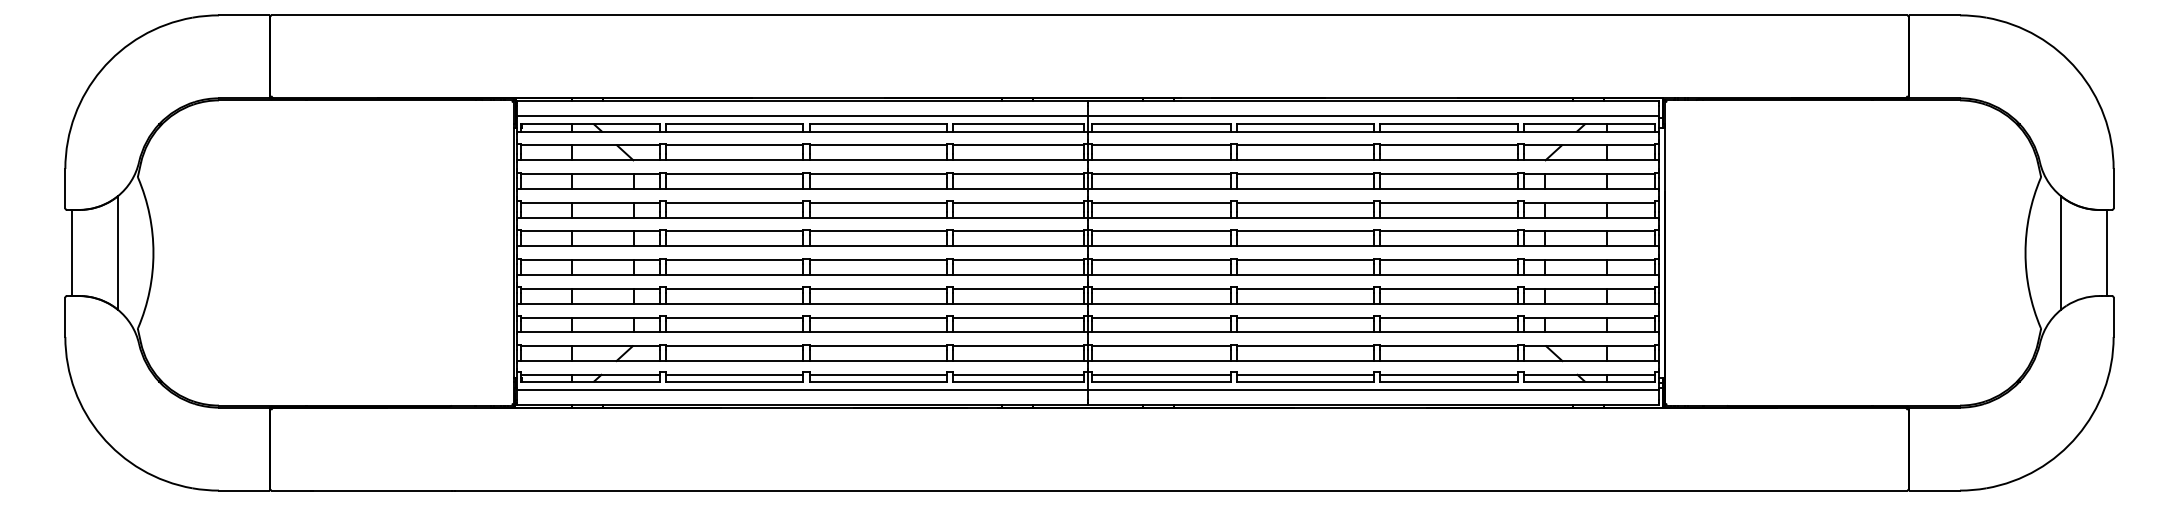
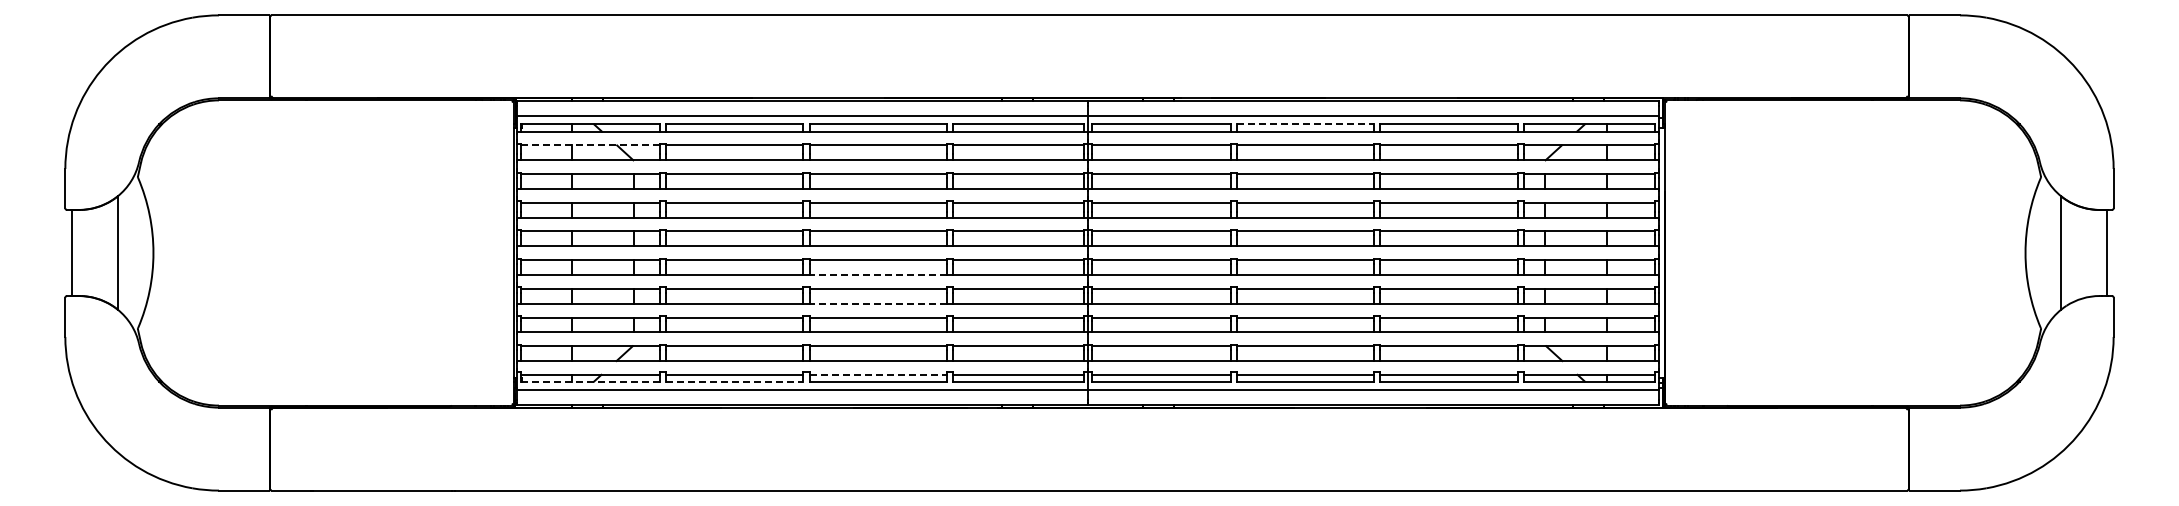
line at (1305, 124): solid -> dashed
line at (591, 145): solid -> dashed
line at (878, 275): solid -> dashed
line at (878, 303): solid -> dashed
line at (878, 374): solid -> dashed
line at (591, 381): solid -> dashed
line at (734, 381): solid -> dashed
